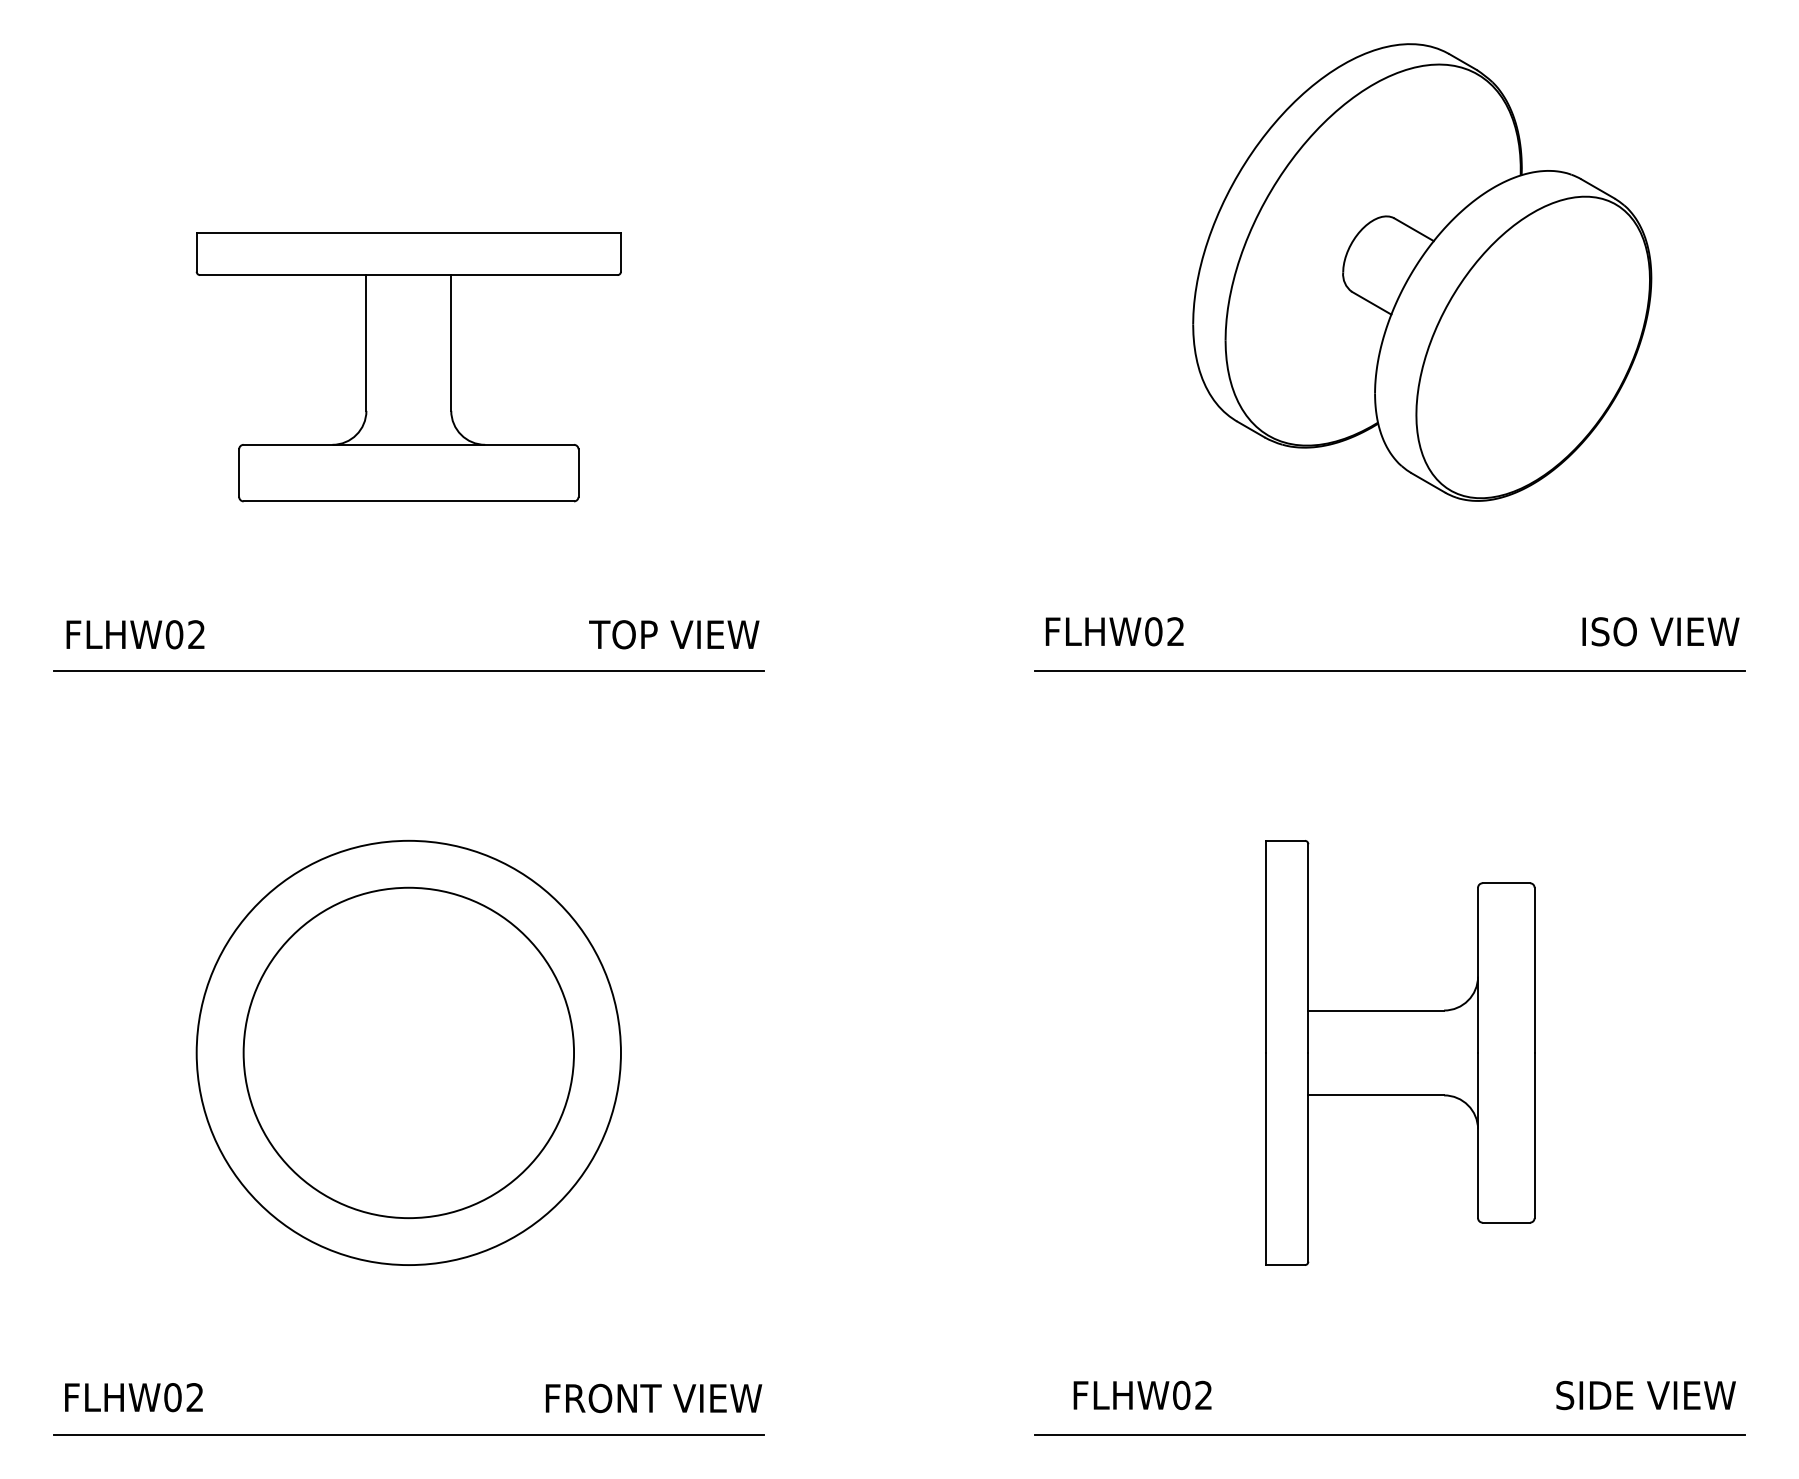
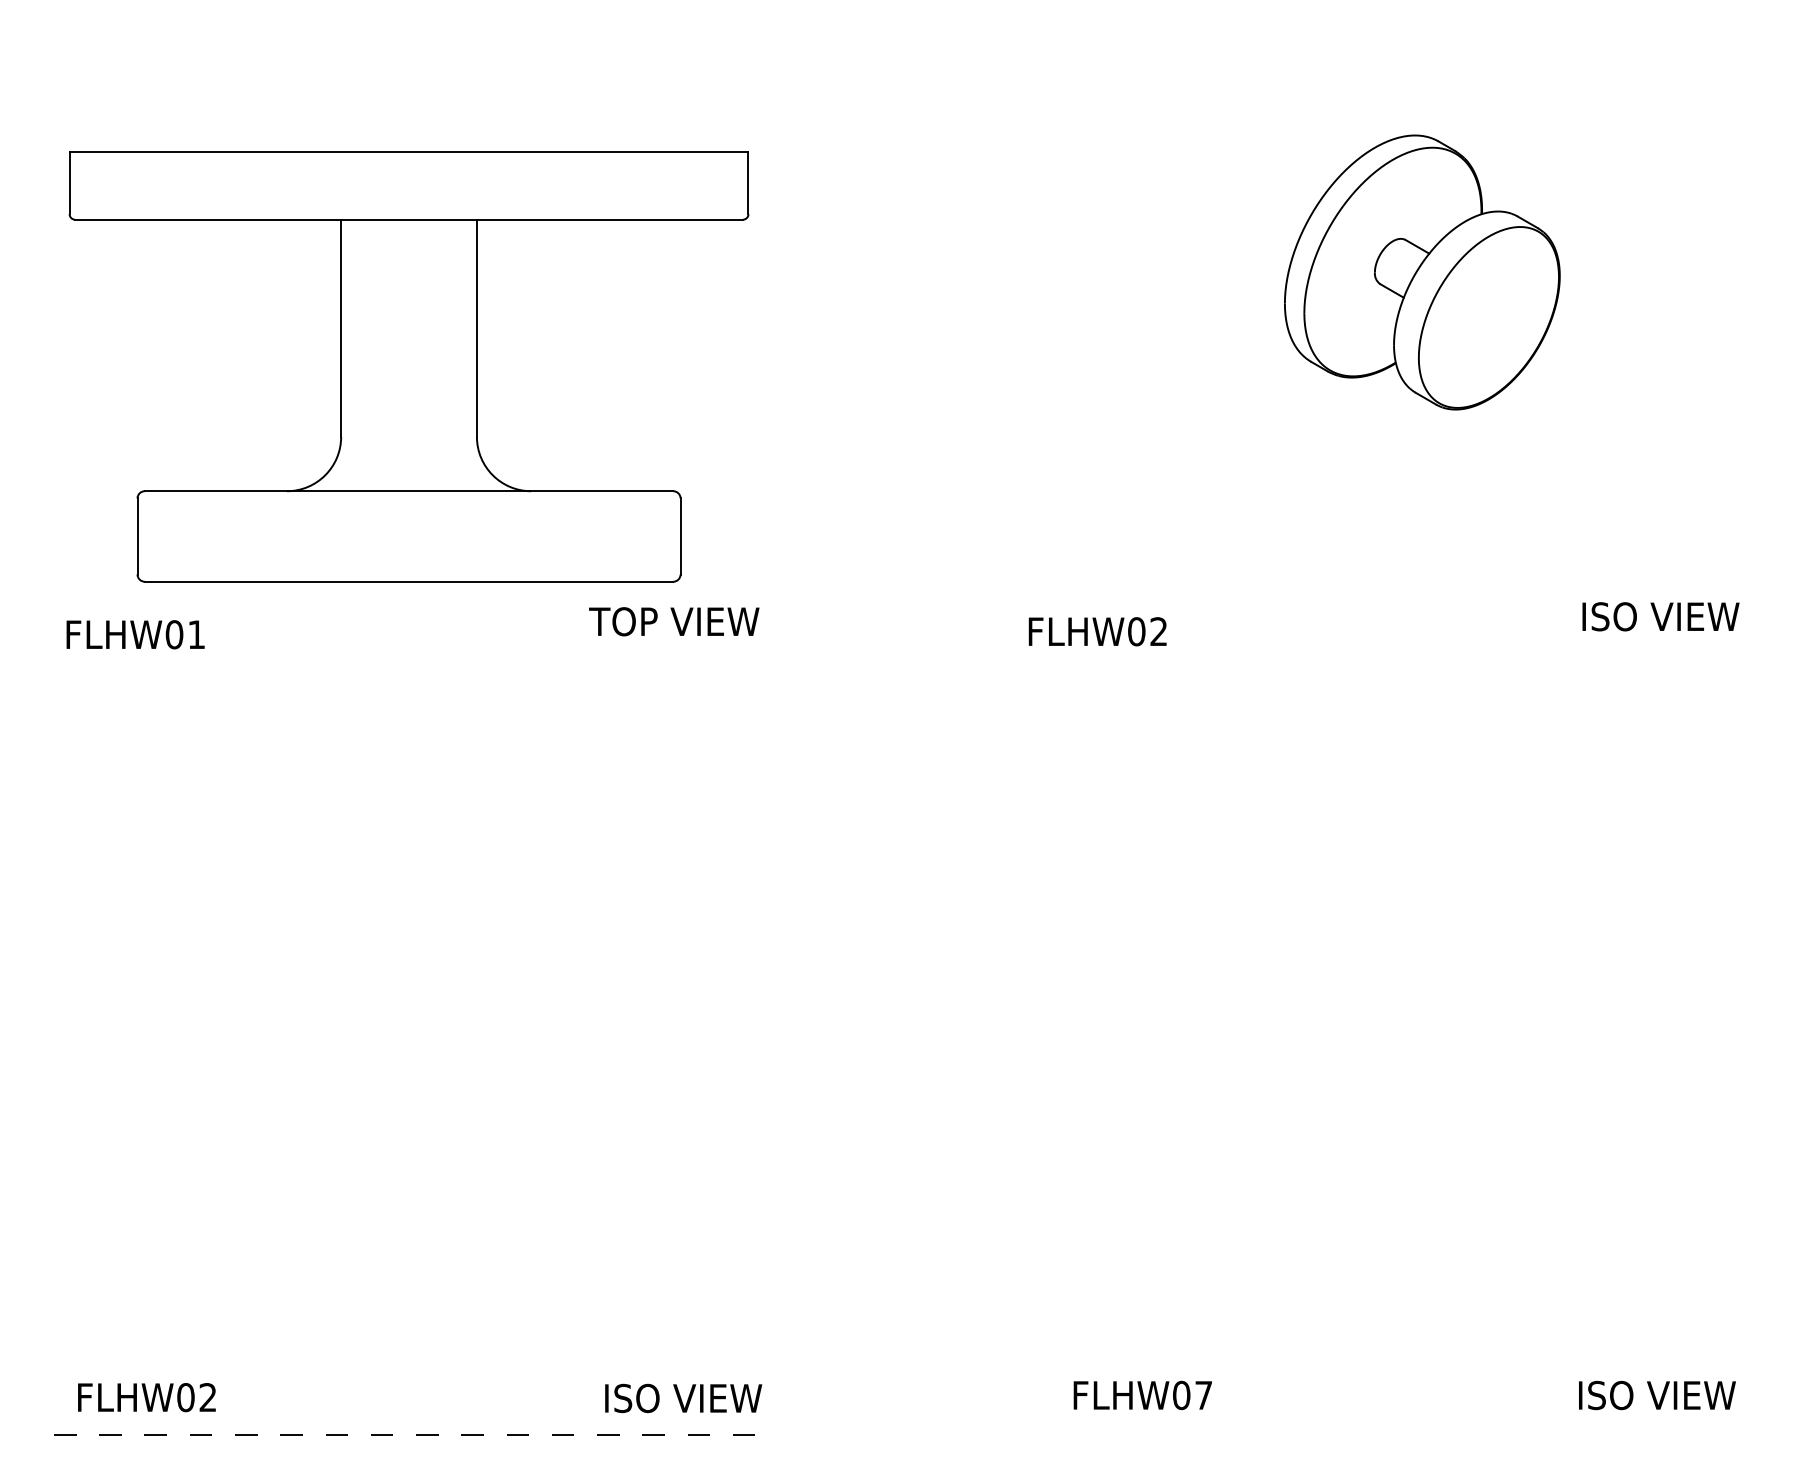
part at (1422, 272) size: 461x459 px -> 277x277 px
part at (408, 367) size: 427x271 px -> 682x432 px
text at (1114, 631) position: (1114, 631) -> (1097, 631)
text at (1660, 631) position: (1660, 631) -> (1660, 616)
text at (196, 634): FLHW02 -> FLHW01
text at (674, 634) position: (674, 634) -> (674, 621)
line at (408, 671): present -> none
line at (1390, 671): present -> none
part at (408, 1052): present -> none
part at (1400, 1052): present -> none
text at (1203, 1394): FLHW02 -> FLHW07
text at (1594, 1395): SIDE VIEW -> ISO VIEW
text at (133, 1397) position: (133, 1397) -> (146, 1397)
text at (603, 1398): FRONT VIEW -> ISO VIEW
line at (408, 1434): solid -> dashed
line at (1390, 1434): present -> none
